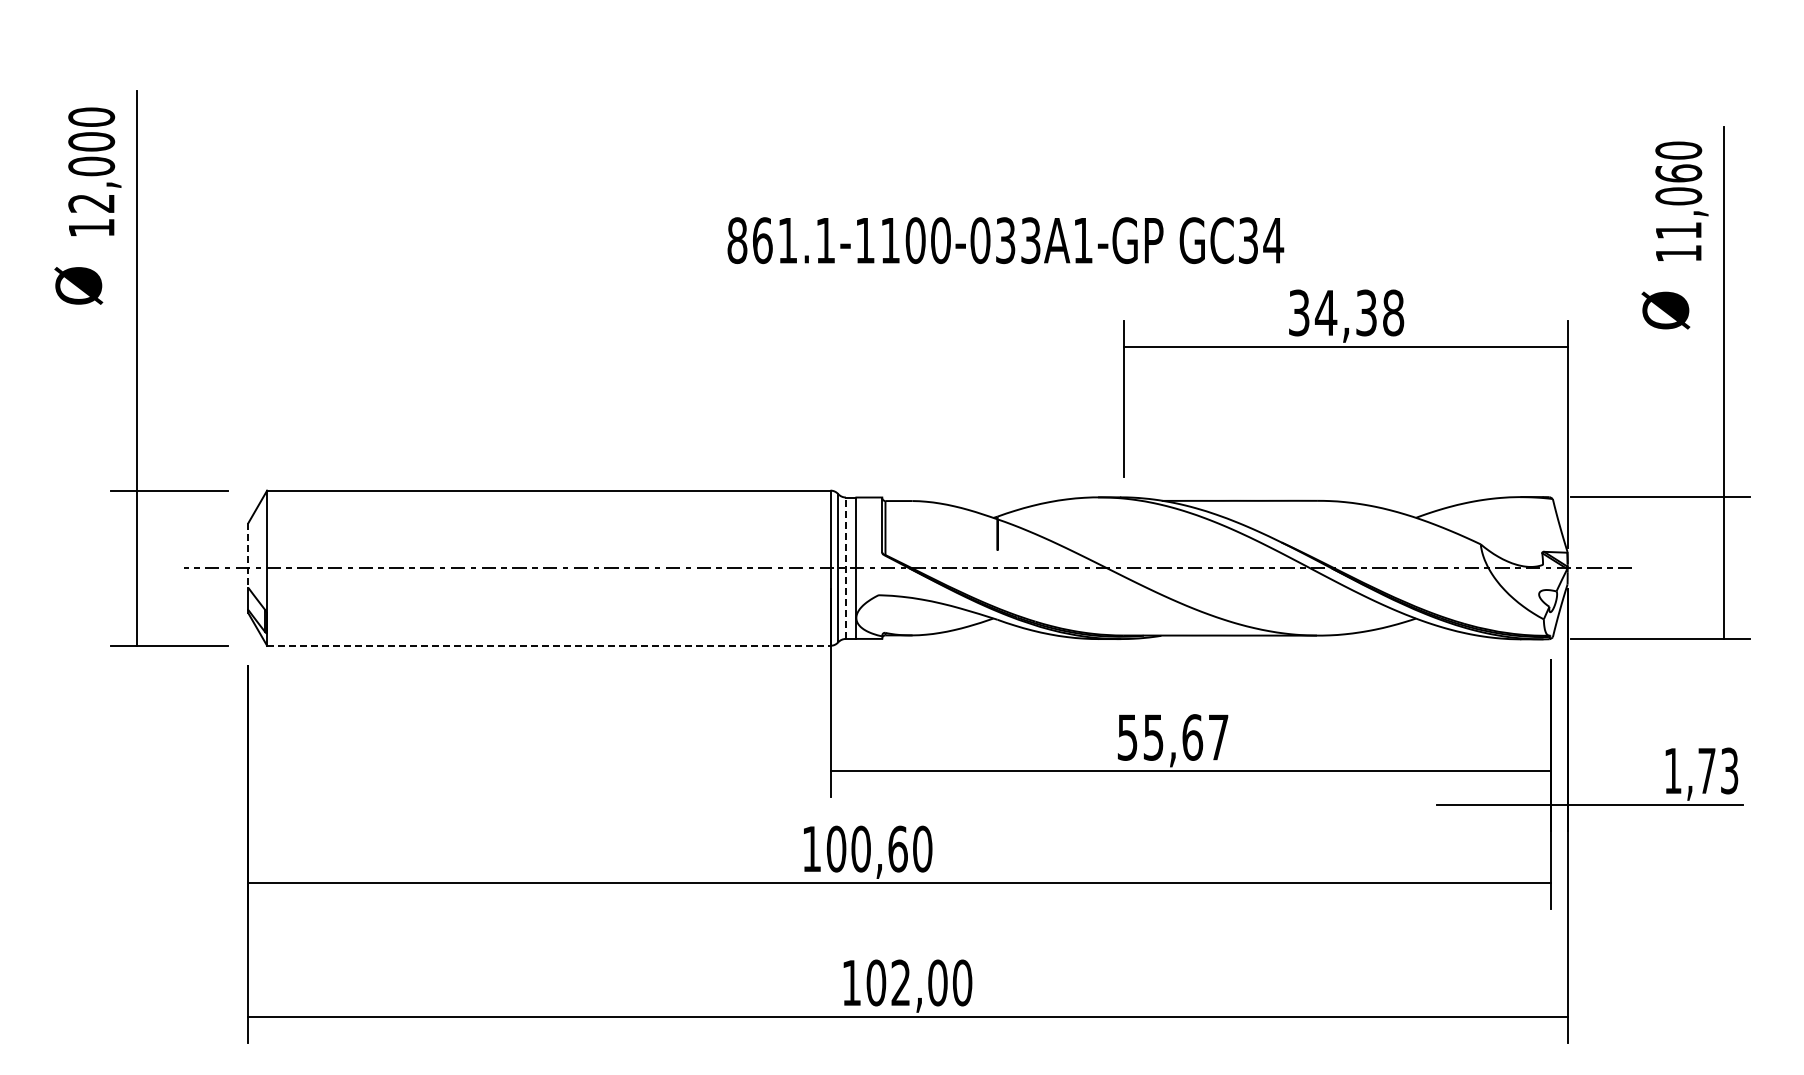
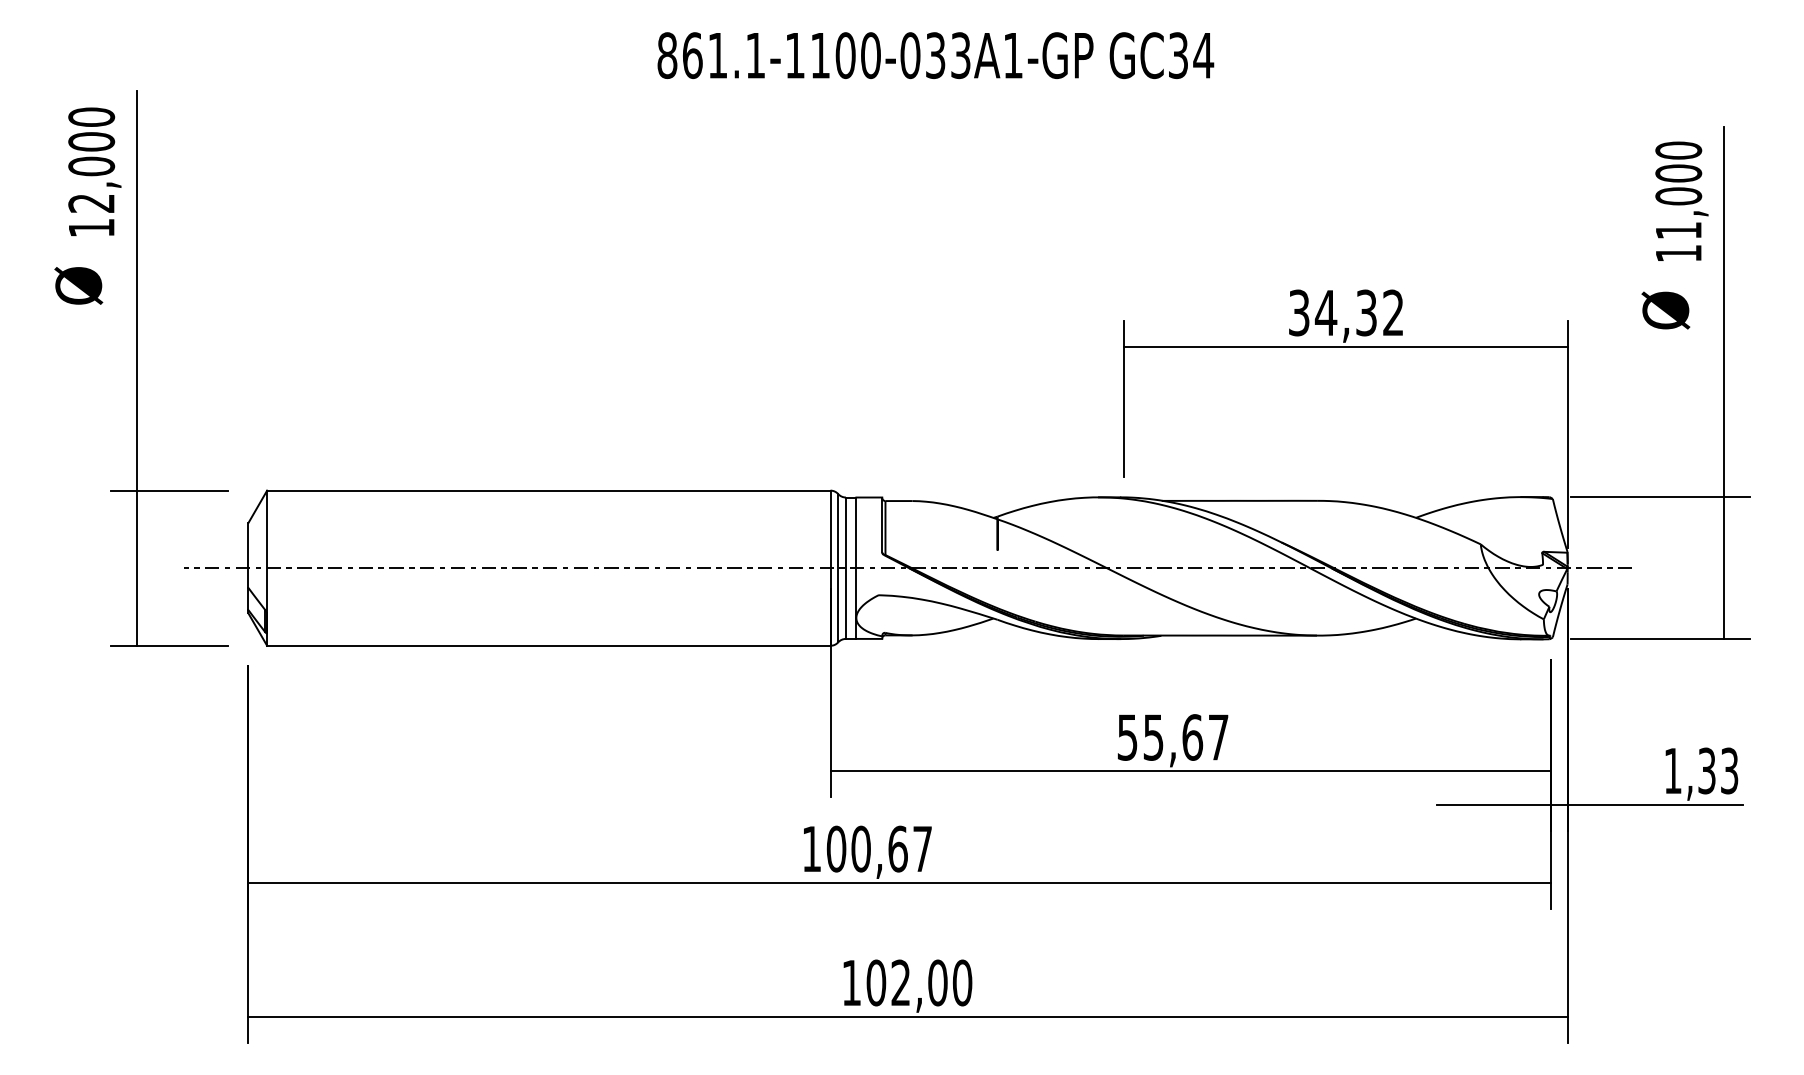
text at (1678, 173): 11,060 -> 11,000
text at (1005, 240) position: (1005, 240) -> (935, 55)
text at (1393, 312): 34,38 -> 34,32
line at (248, 555): dashed -> solid
line at (845, 568): dashed -> solid
line at (548, 645): dashed -> solid
text at (1706, 770): 1,73 -> 1,33
text at (922, 848): 100,60 -> 100,67
